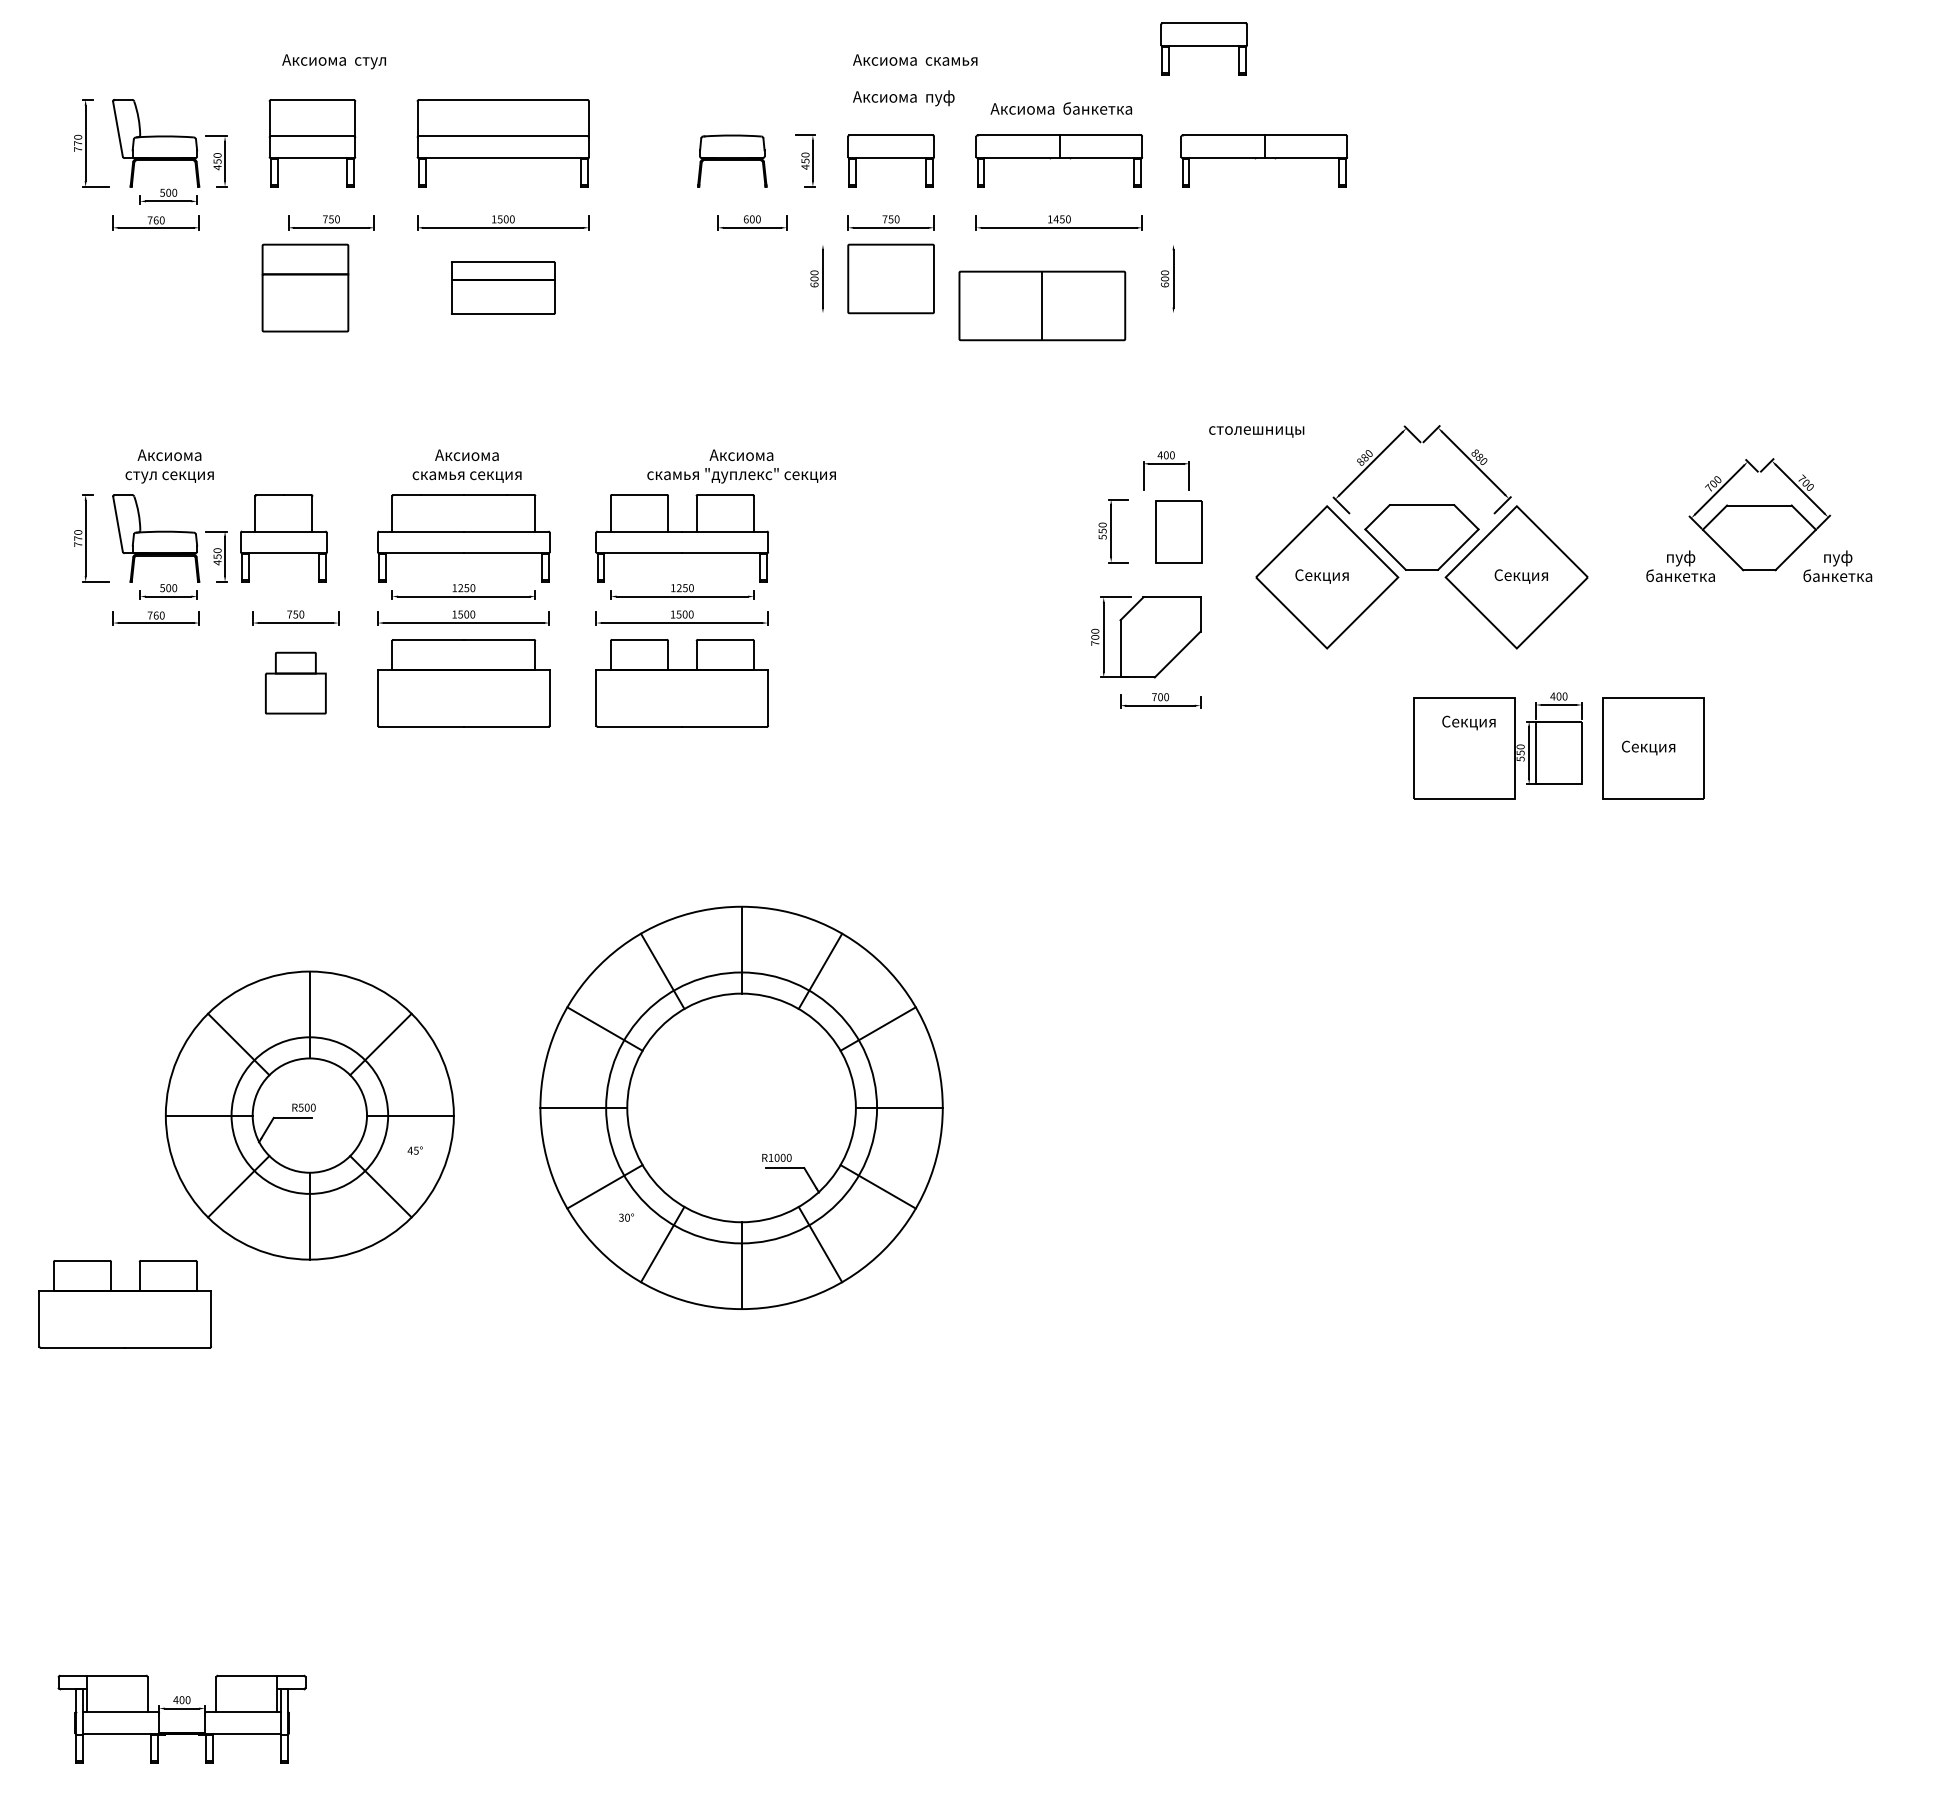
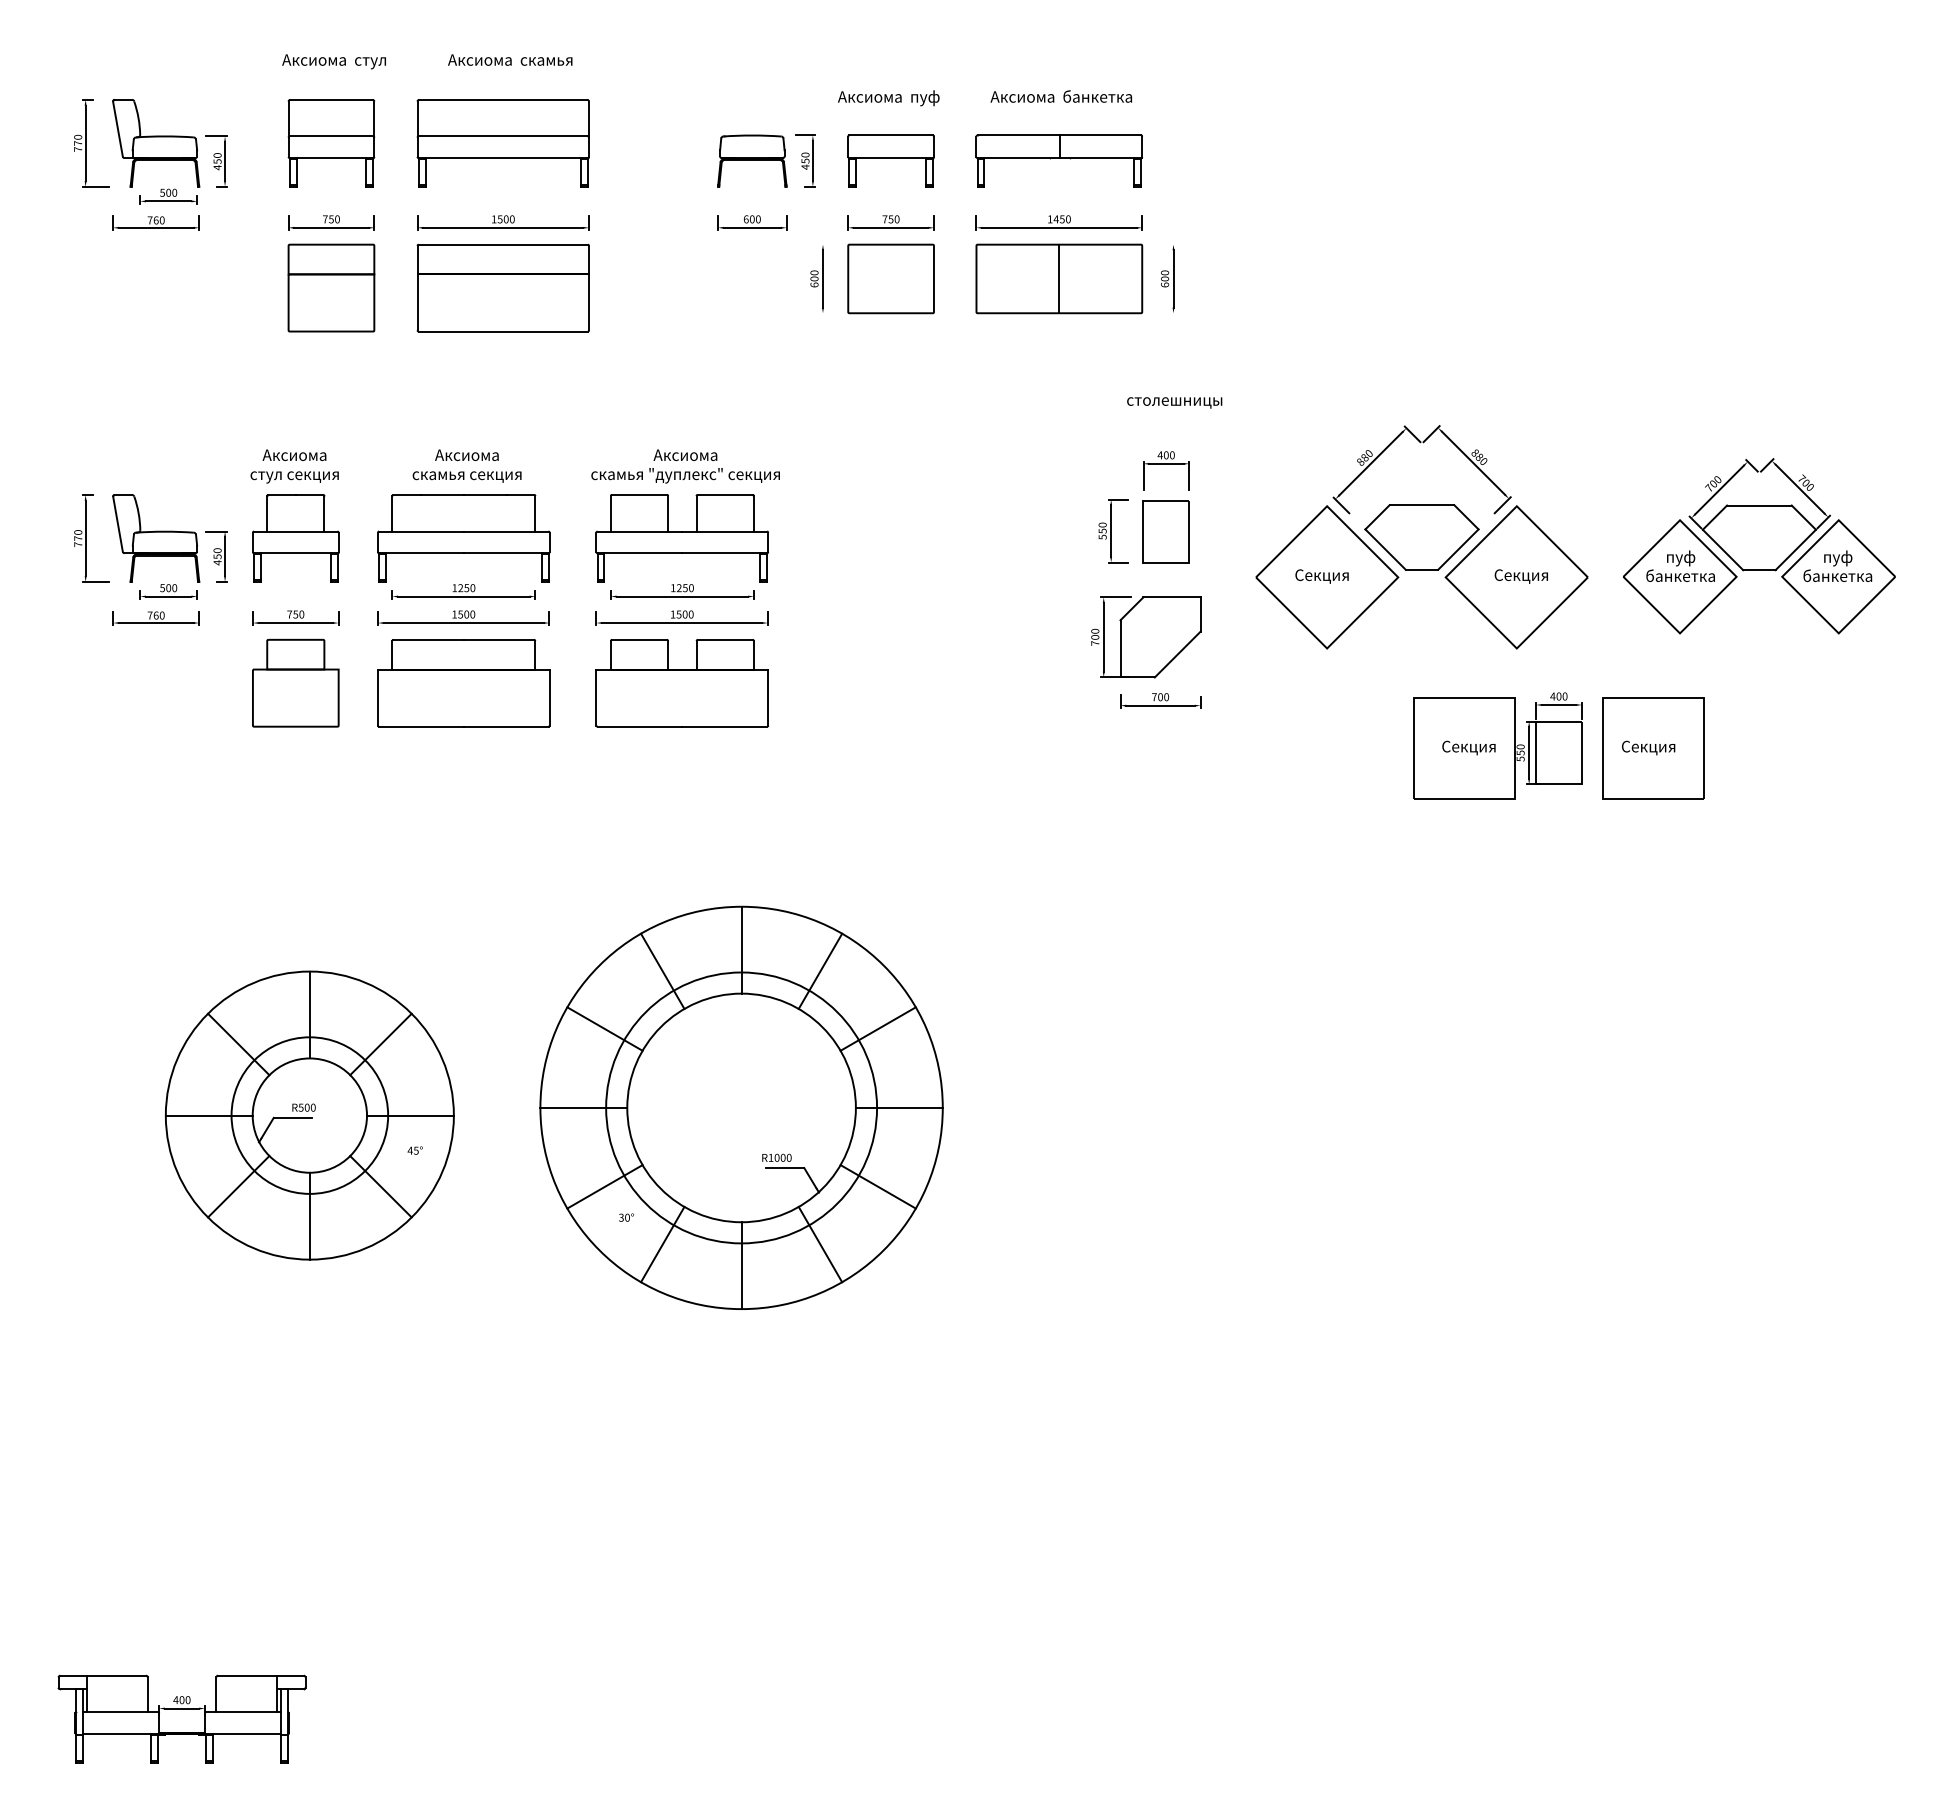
part at (1203, 48): present -> none
text at (915, 59) position: (915, 59) -> (510, 59)
text at (903, 98) position: (903, 98) -> (888, 98)
text at (1061, 108) position: (1061, 108) -> (1061, 96)
part at (312, 143) position: (312, 143) -> (331, 143)
part at (732, 160) position: (732, 160) -> (752, 160)
part at (1263, 160): present -> none
part at (305, 287) position: (305, 287) -> (331, 287)
part at (503, 287) size: 105x54 px -> 174x90 px
part at (1042, 305) position: (1042, 305) -> (1059, 278)
text at (1256, 431) position: (1256, 431) -> (1174, 402)
text at (169, 466) position: (169, 466) -> (294, 466)
text at (741, 466) position: (741, 466) -> (685, 466)
part at (1178, 531) position: (1178, 531) -> (1165, 531)
part at (283, 538) position: (283, 538) -> (295, 538)
part at (1680, 576): none -> present
part at (1838, 576): none -> present
part at (295, 682) size: 62x64 px -> 88x90 px
text at (1468, 722) position: (1468, 722) -> (1468, 747)
part at (124, 1304): present -> none
